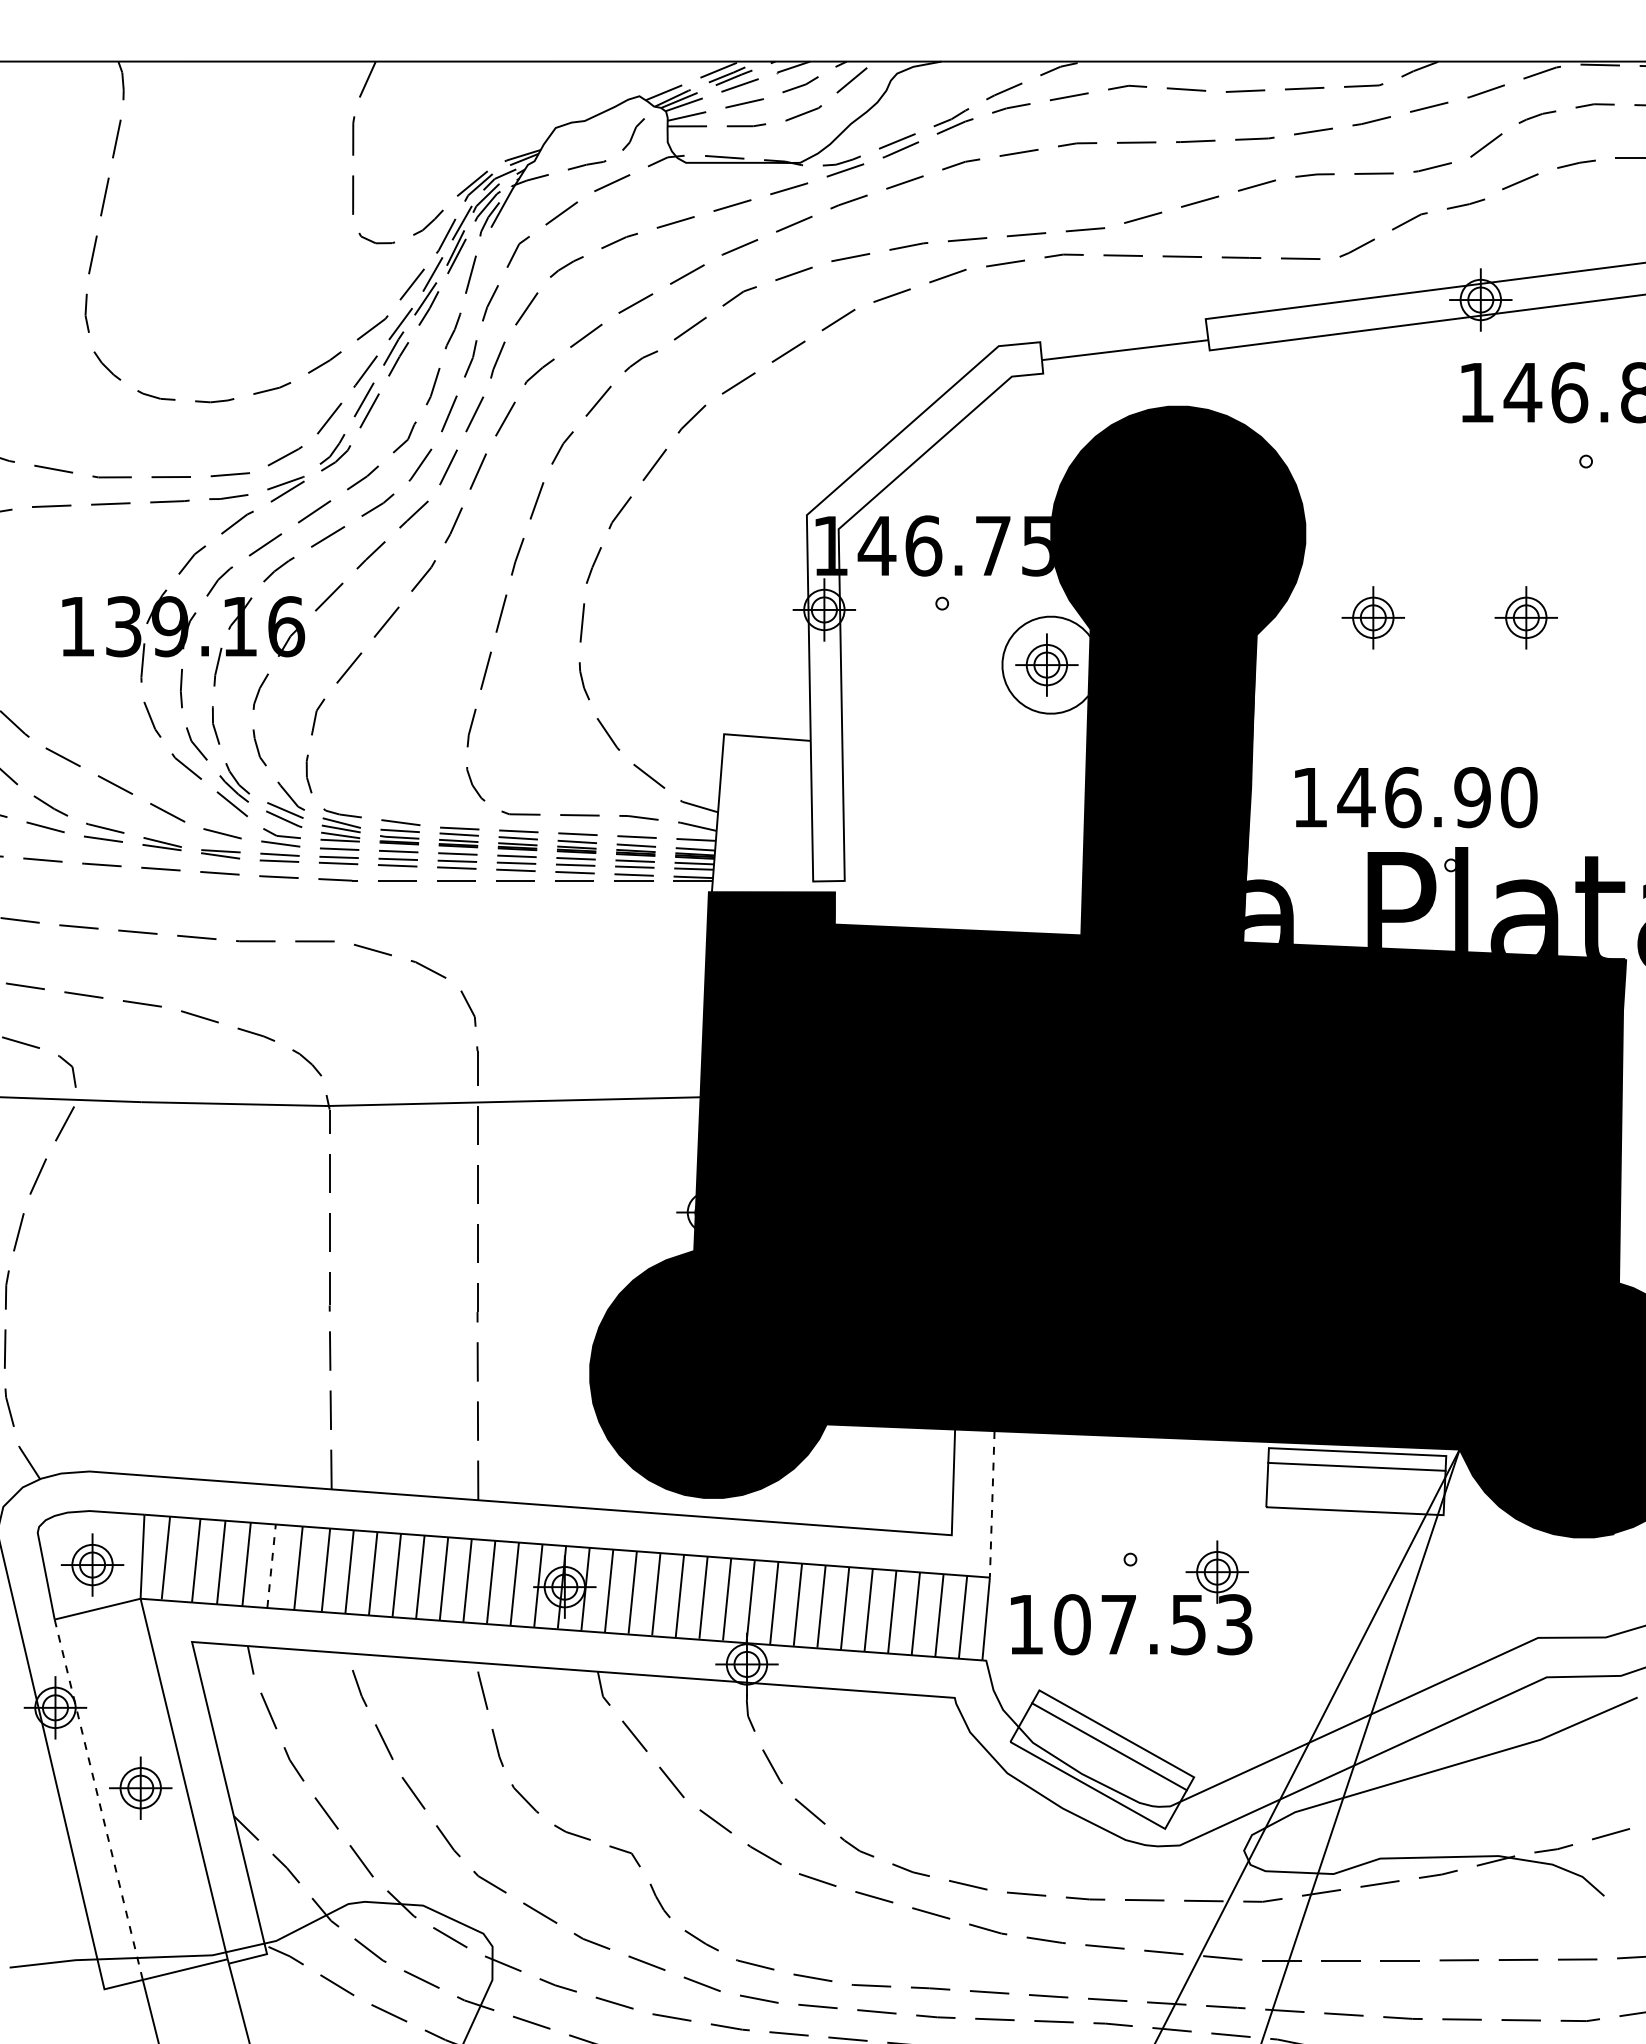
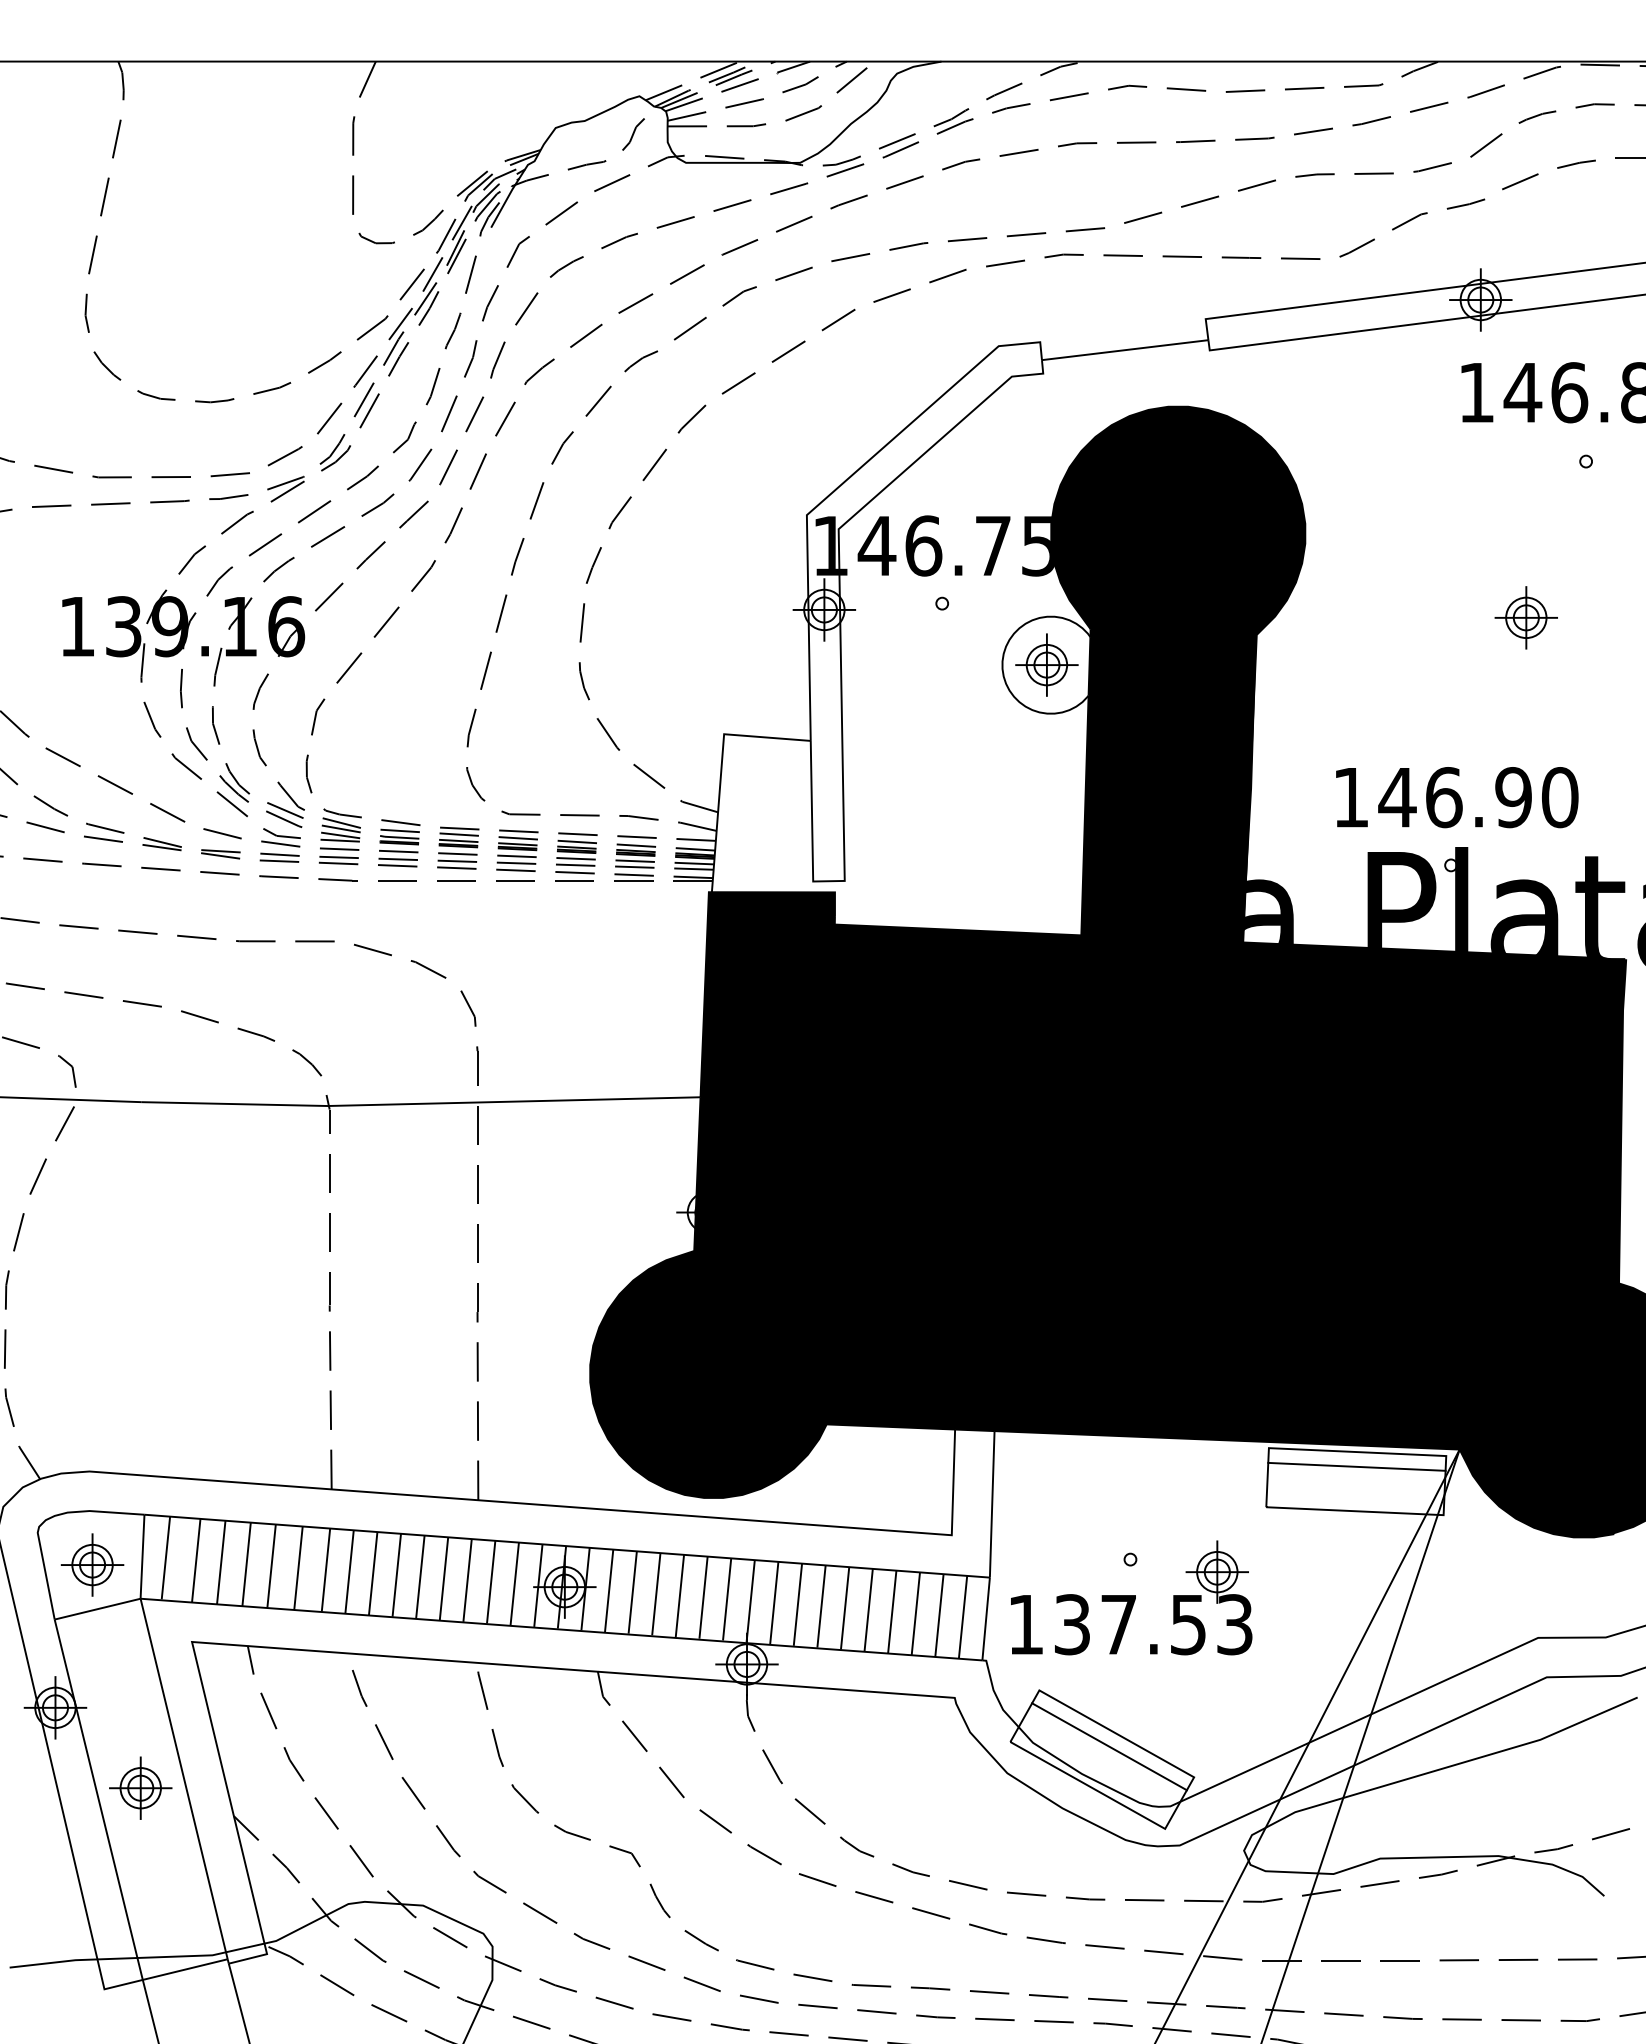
part at (1372, 617): present -> none
text at (1416, 797) position: (1416, 797) -> (1457, 797)
line at (992, 1504): dashed -> solid
line at (271, 1566): dashed -> solid
text at (1072, 1624): 107.53 -> 137.53
line at (98, 1800): dashed -> solid
